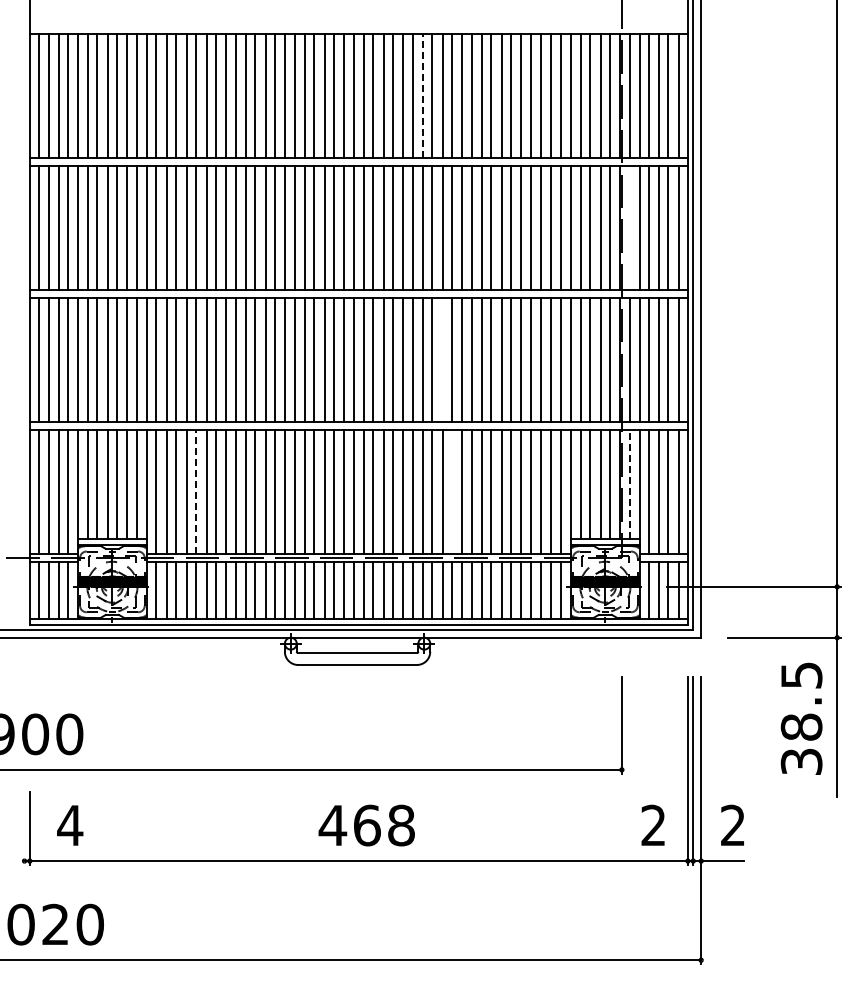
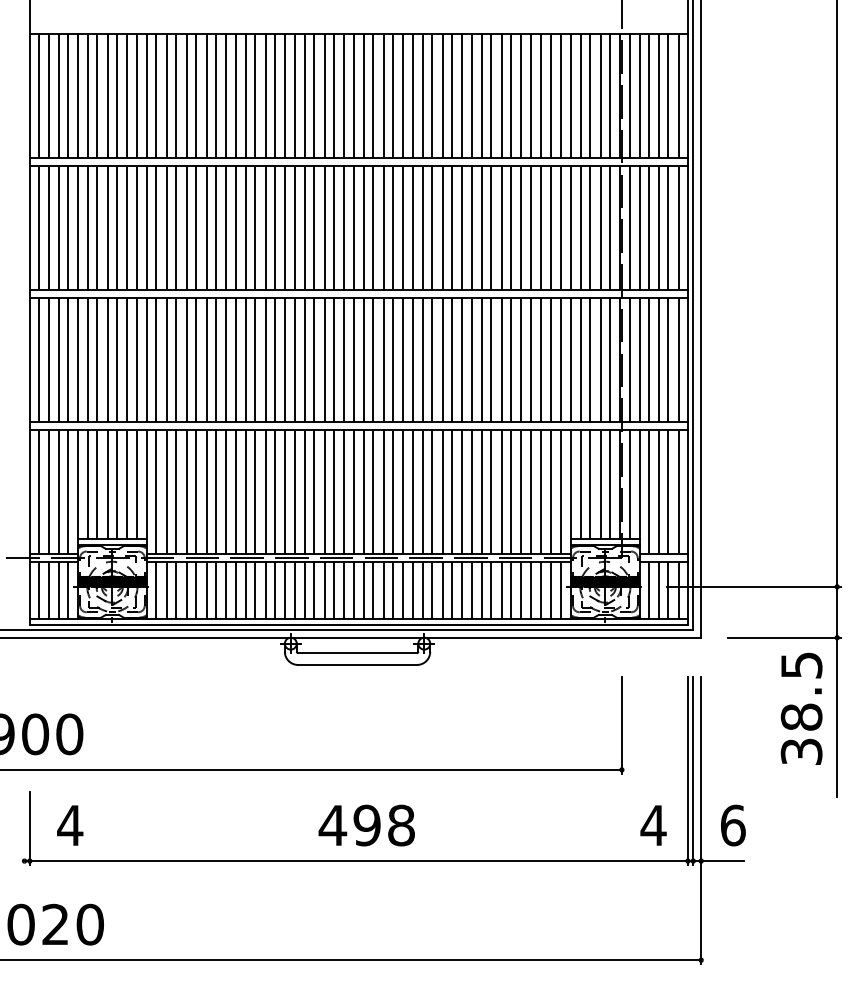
line at (423, 95): dashed -> solid
line at (629, 227): none -> present
line at (442, 360): none -> present
line at (629, 484): dashed -> solid
line at (196, 491): dashed -> solid
line at (451, 492): none -> present
text at (801, 718) position: (801, 718) -> (801, 708)
text at (653, 824): 2 -> 4
text at (366, 825): 468 -> 498
text at (733, 825): 2 -> 6
